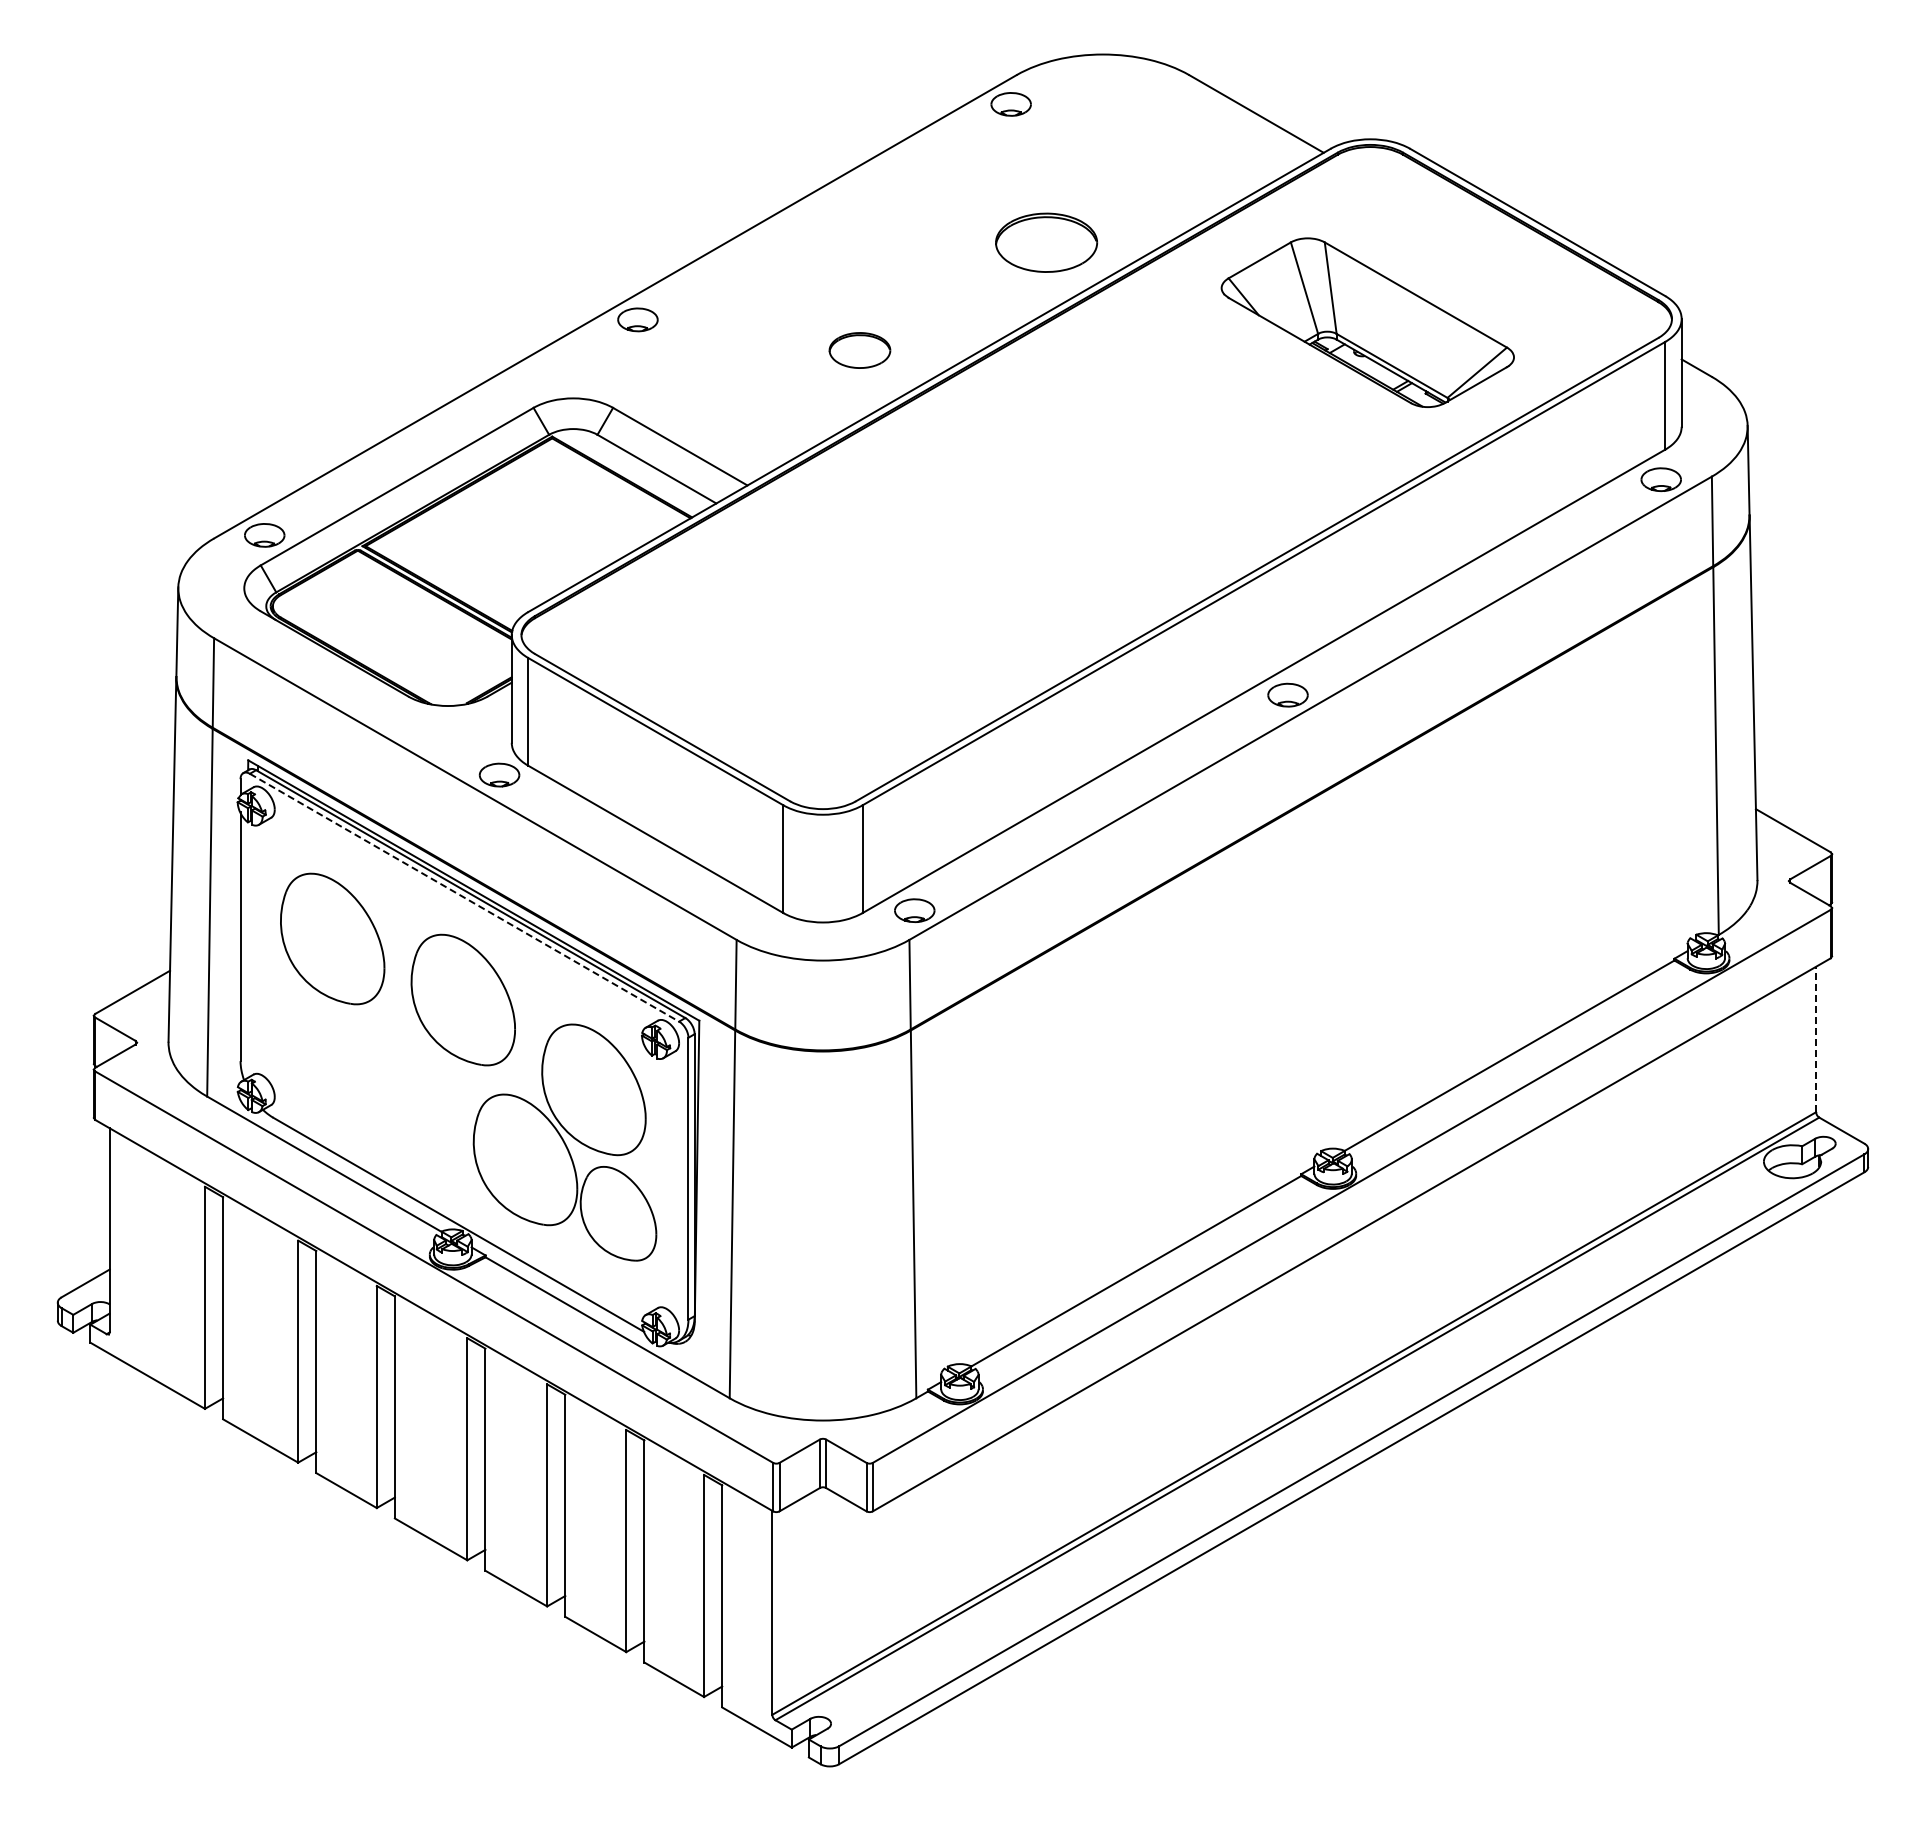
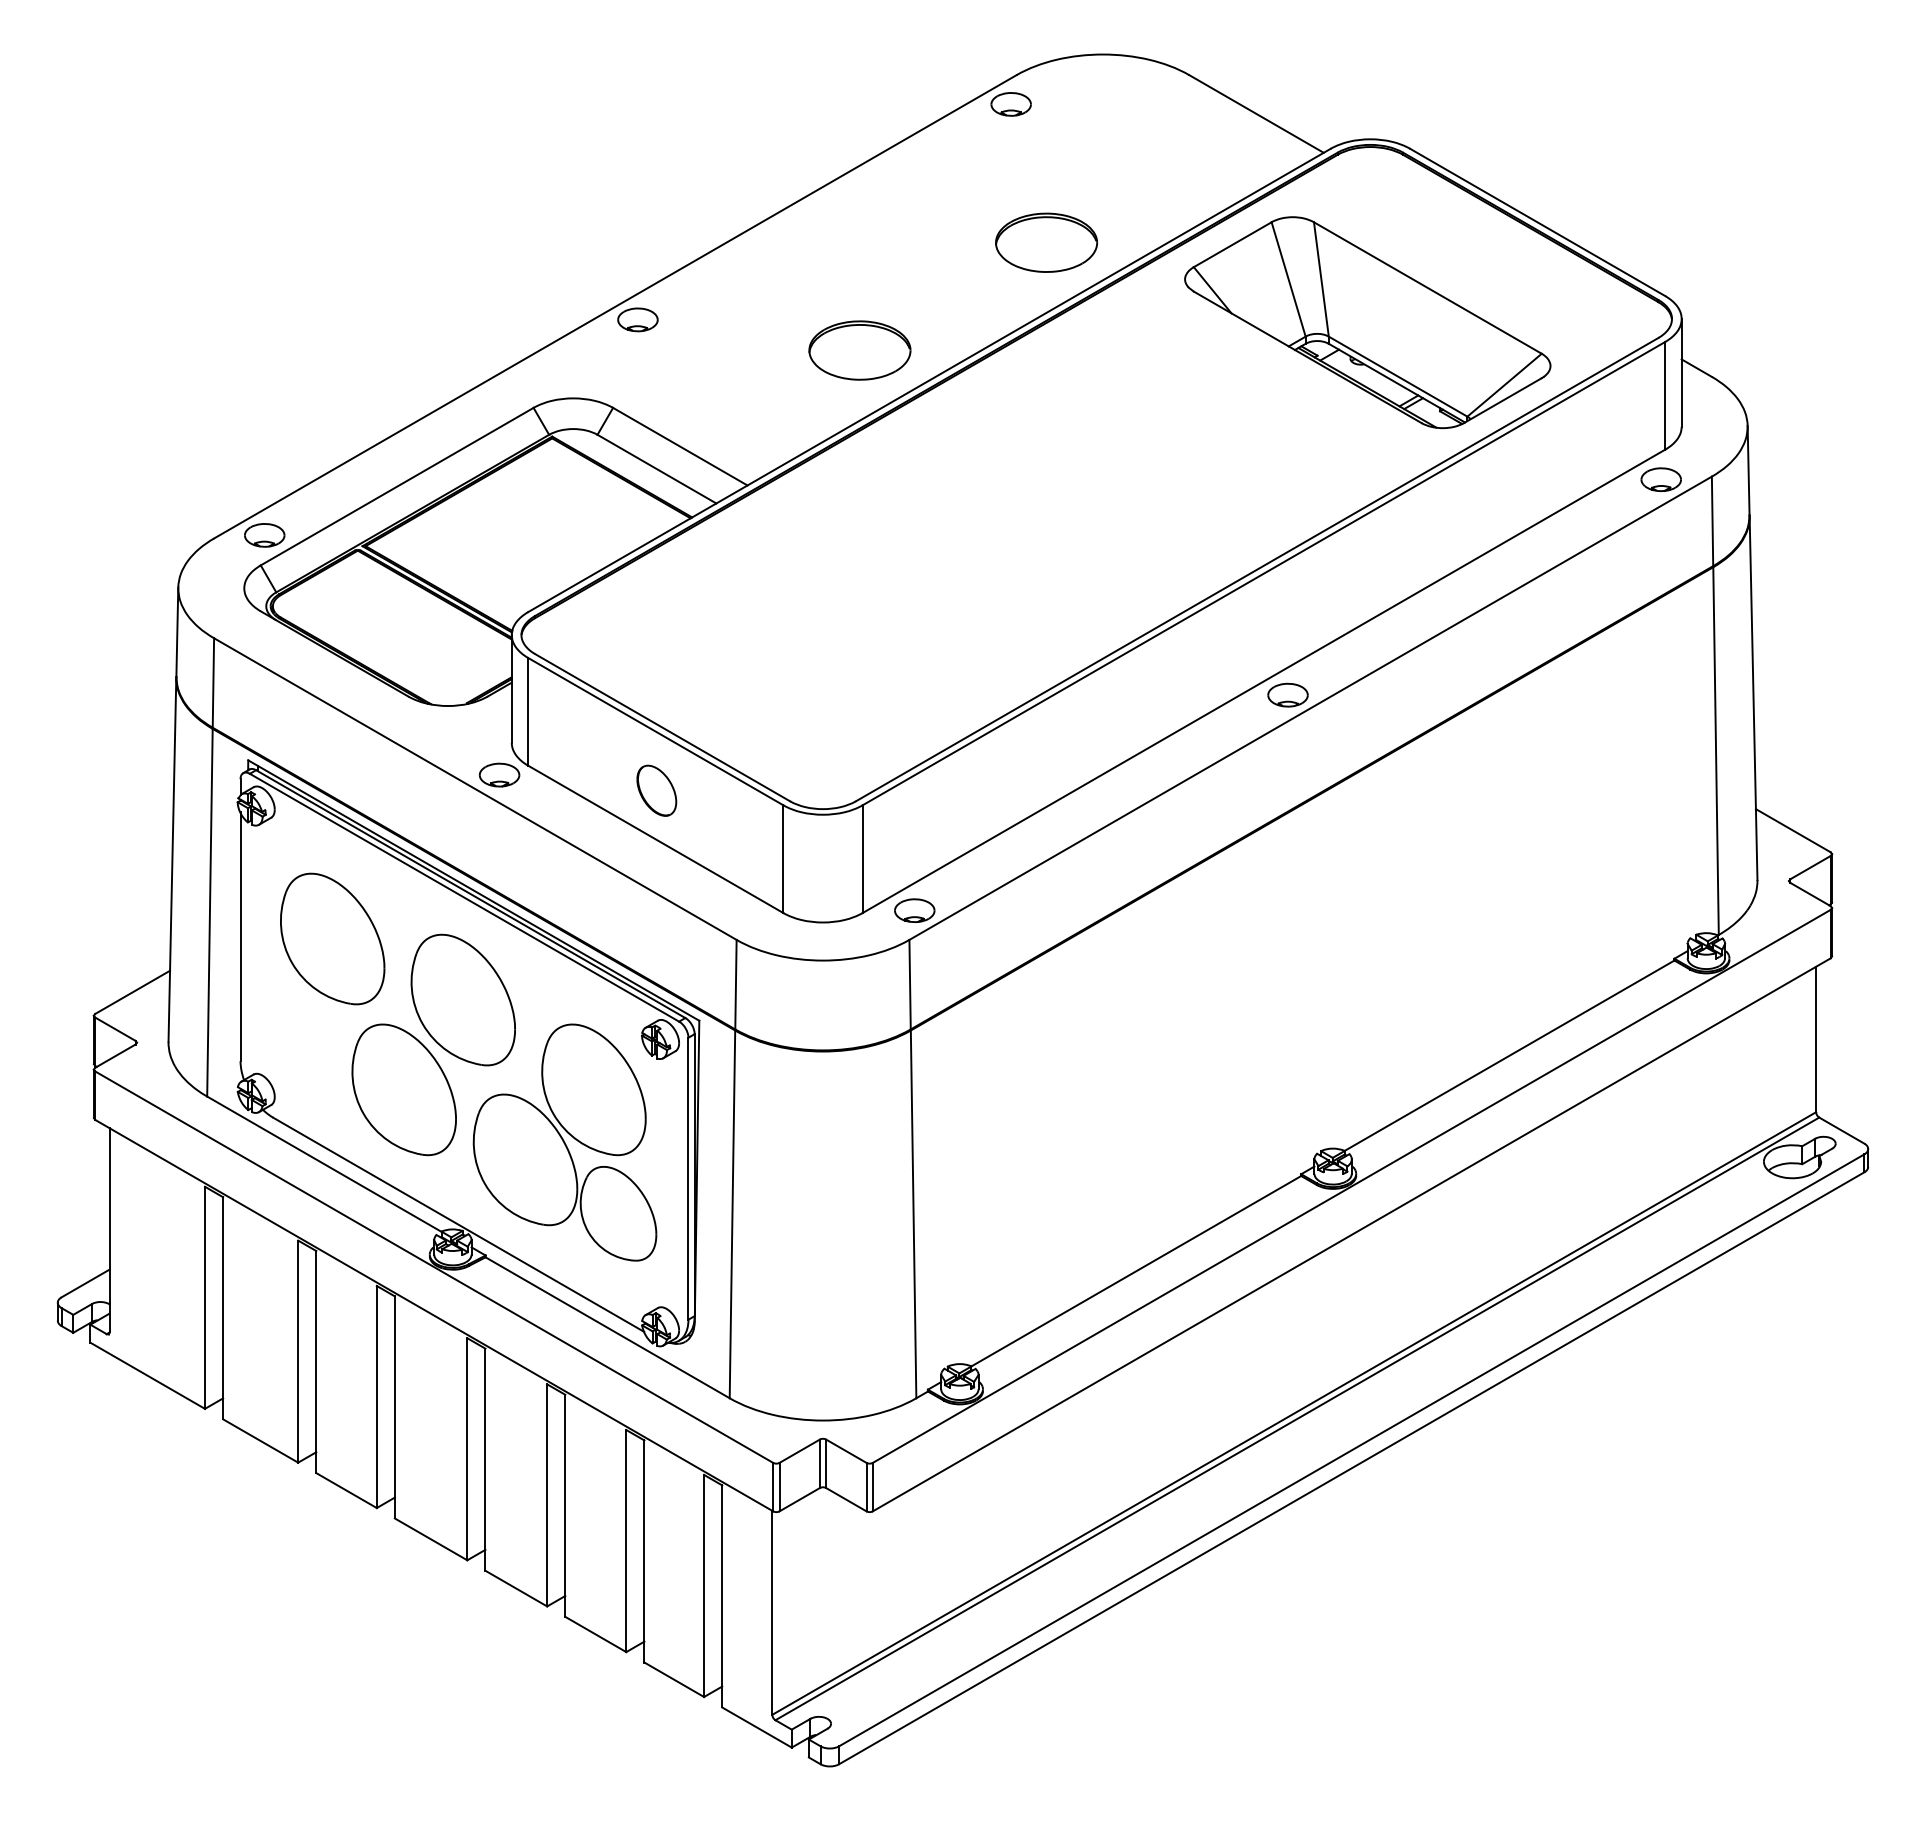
part at (1367, 322) size: 295x171 px -> 368x214 px
part at (859, 350) size: 64x37 px -> 104x61 px
part at (656, 790): none -> present
line at (464, 897): dashed -> solid
line at (1816, 1039): dashed -> solid
part at (403, 1089): none -> present
